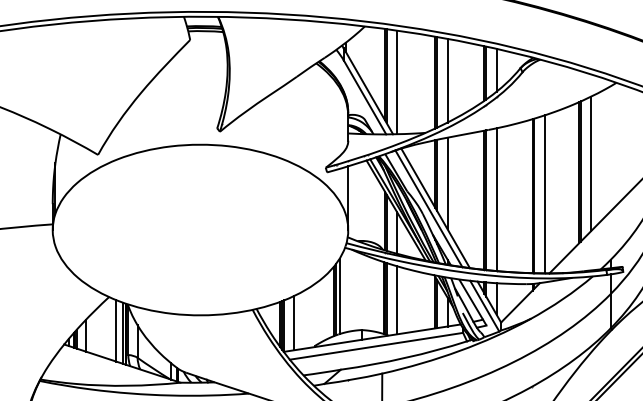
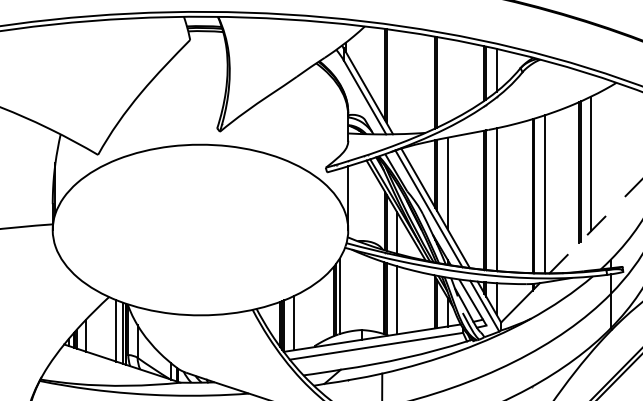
line at (447, 80): present -> none
line at (397, 82): present -> none
line at (596, 225): solid -> dashed
